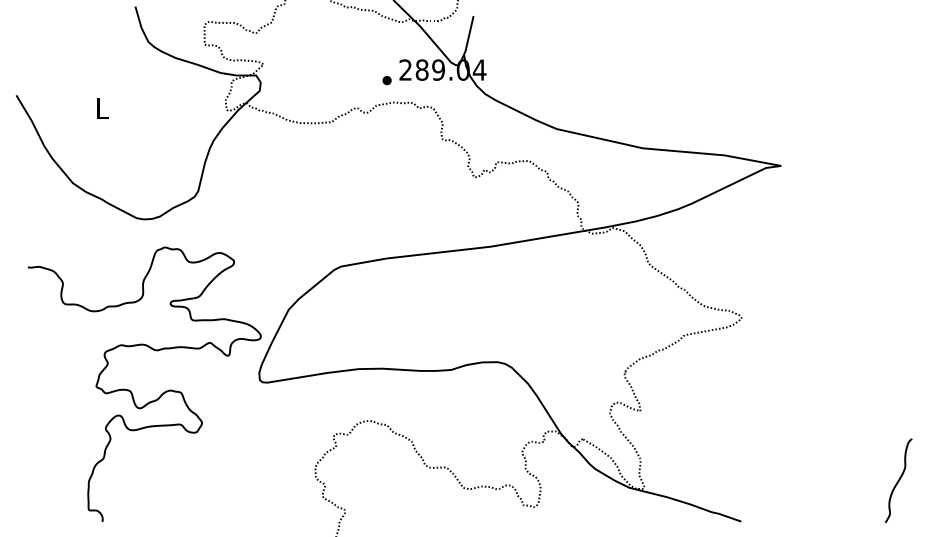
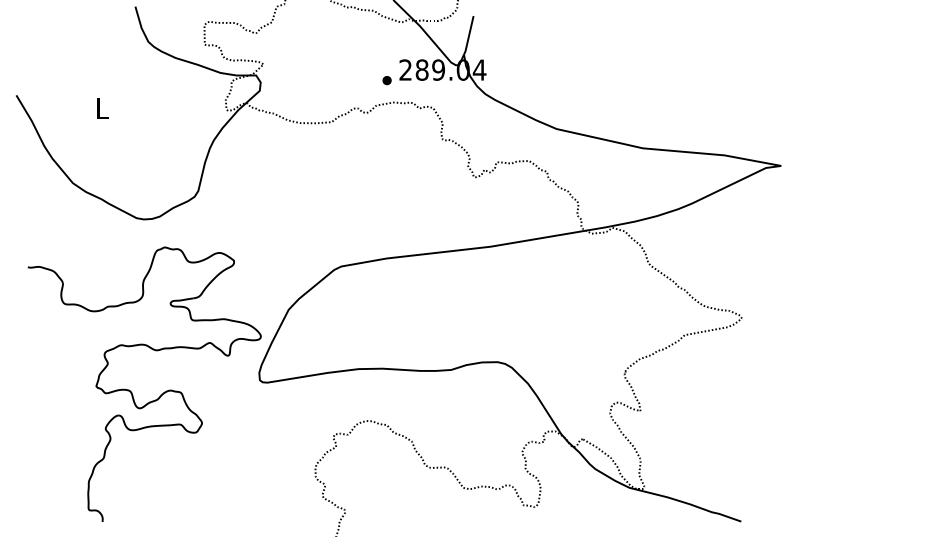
curve at (898, 480): present -> none
